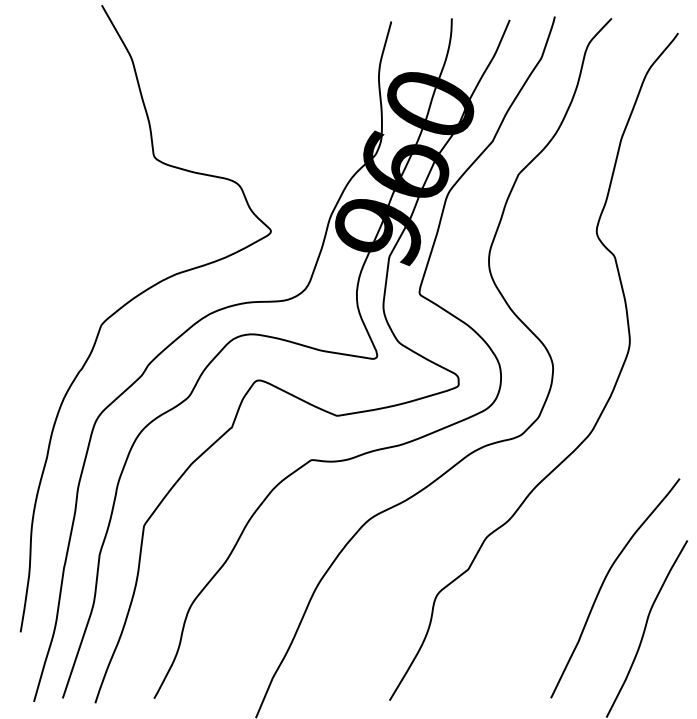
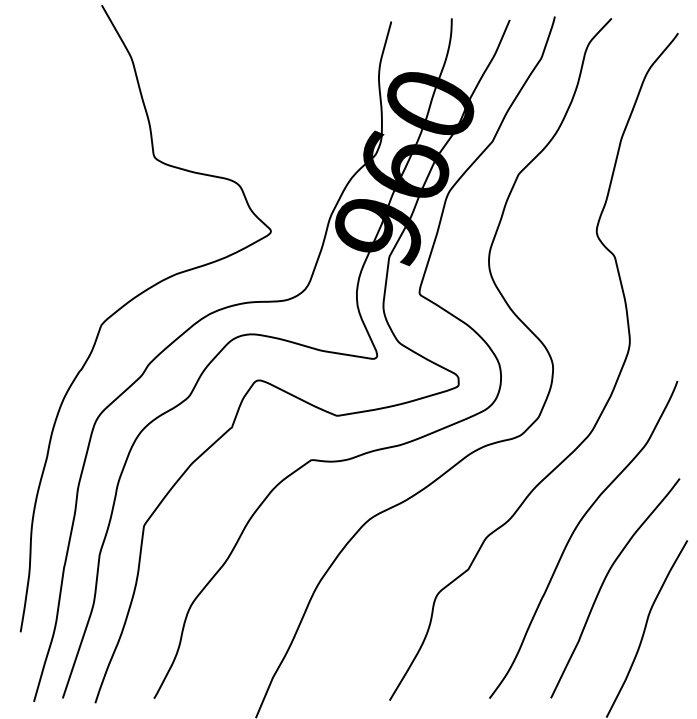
curve at (573, 534): none -> present
